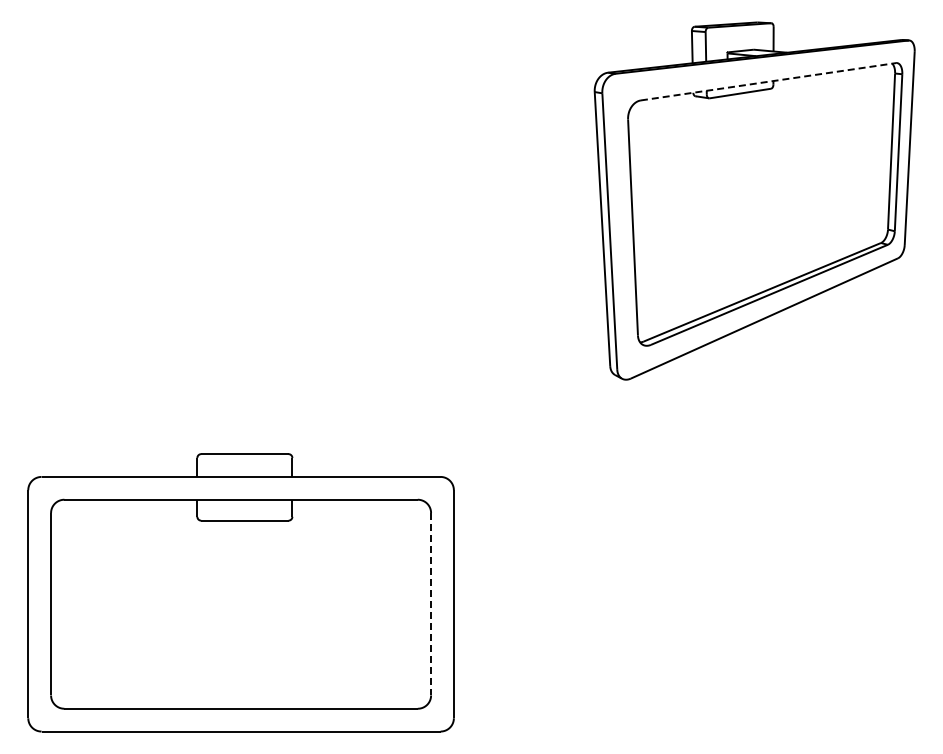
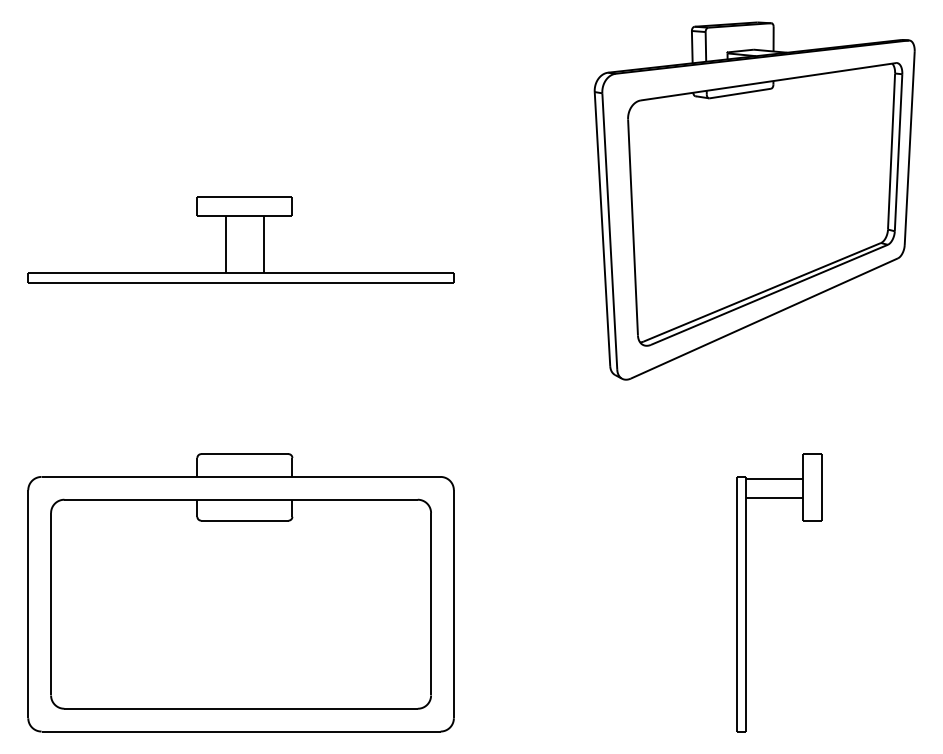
line at (768, 81): dashed -> solid
part at (240, 239): none -> present
part at (746, 592): none -> present
line at (431, 604): dashed -> solid
